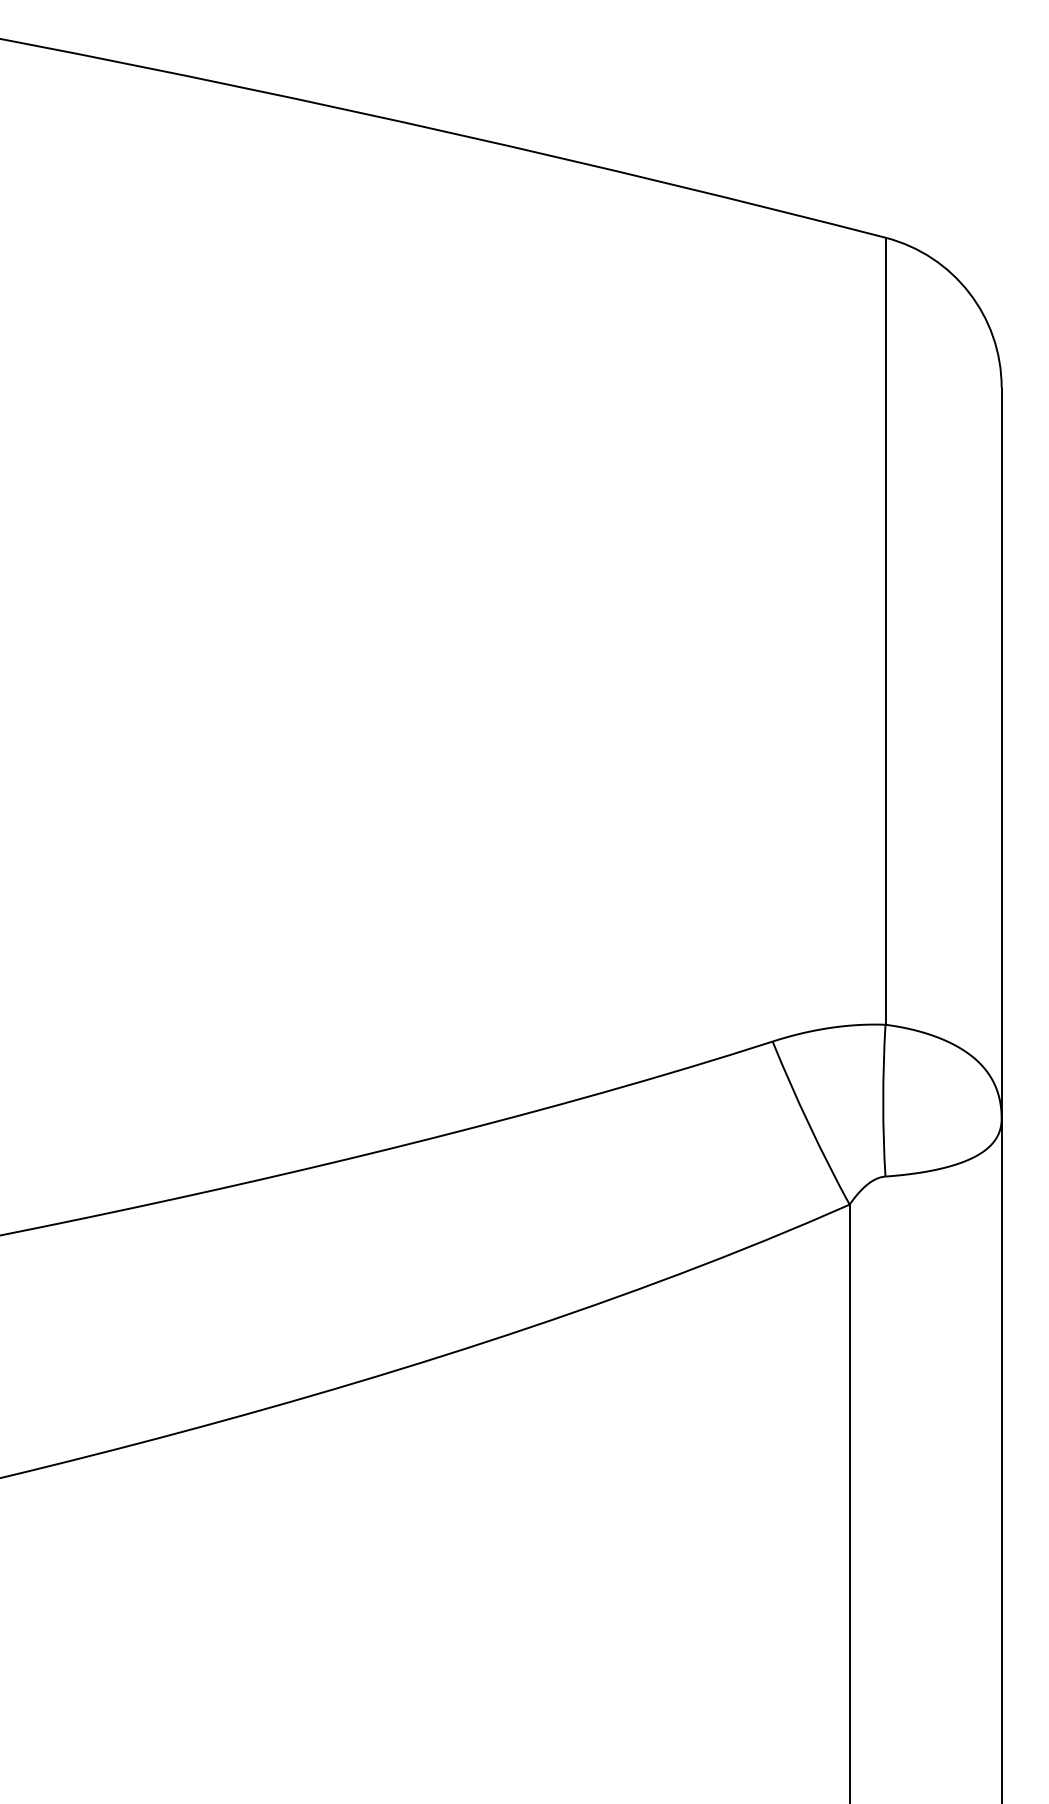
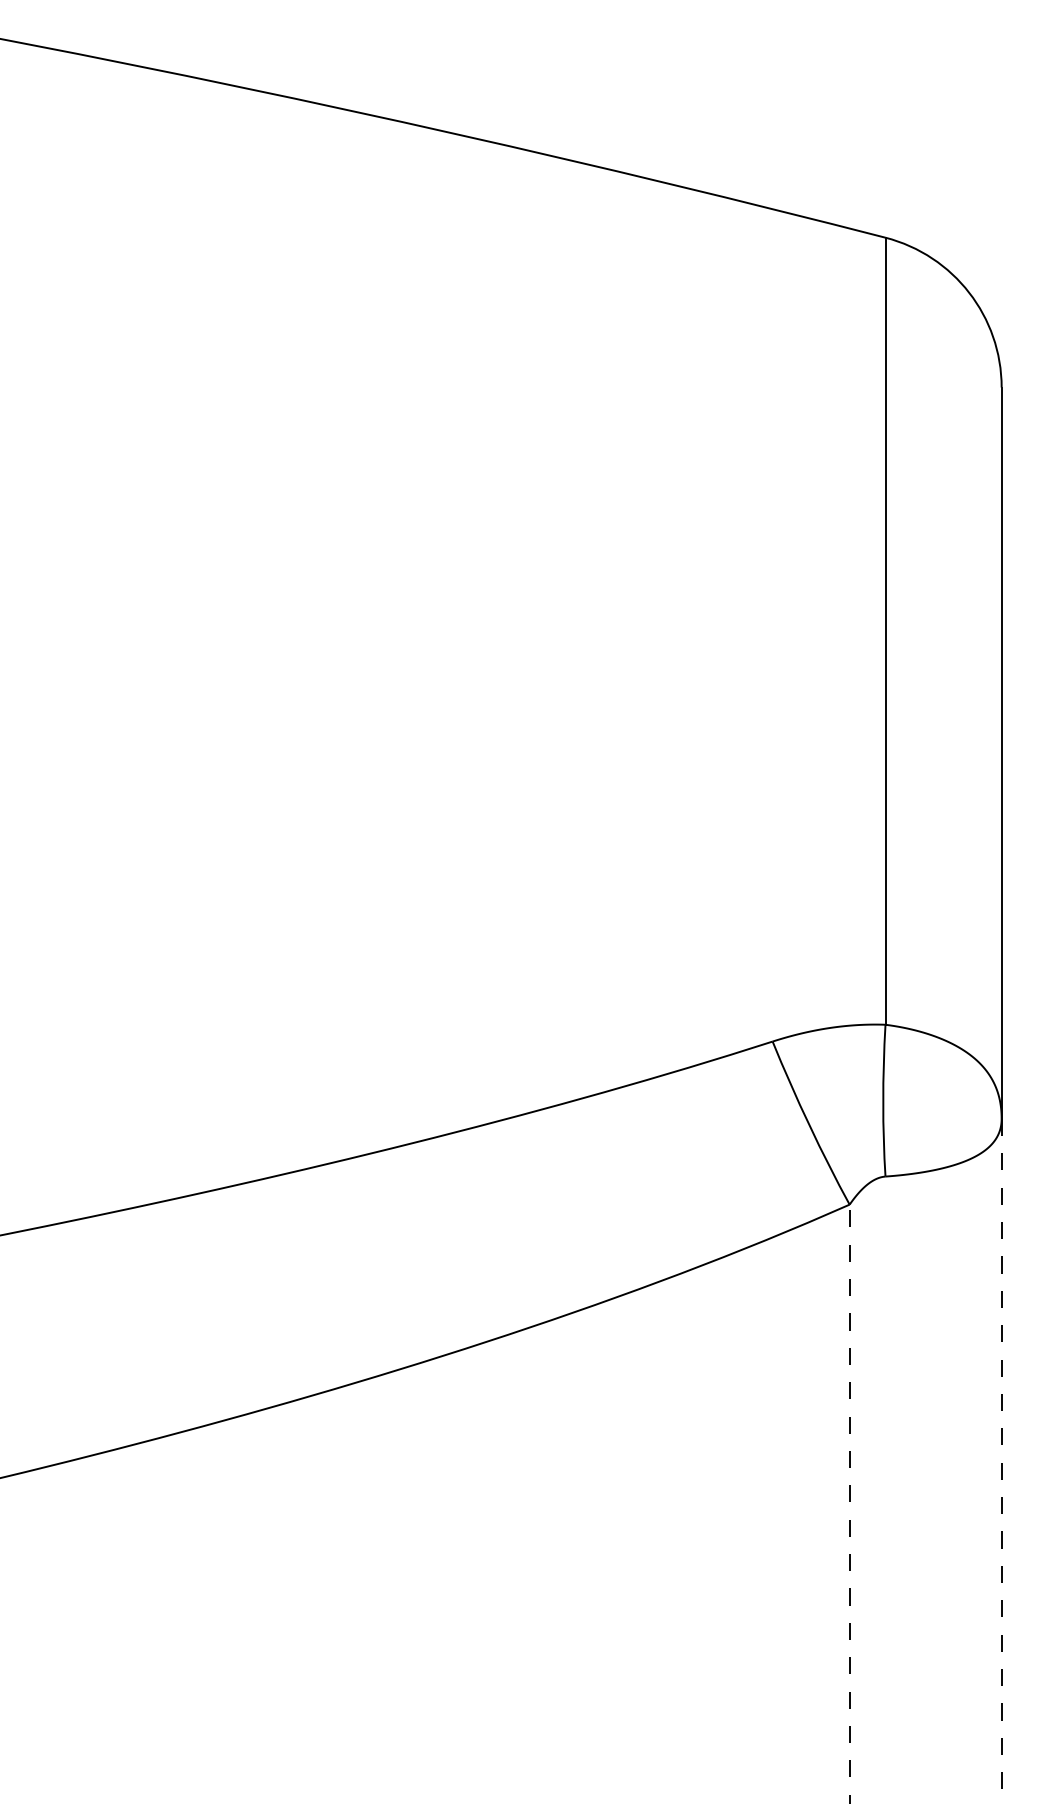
line at (1001, 1461): solid -> dashed
line at (849, 1503): solid -> dashed
